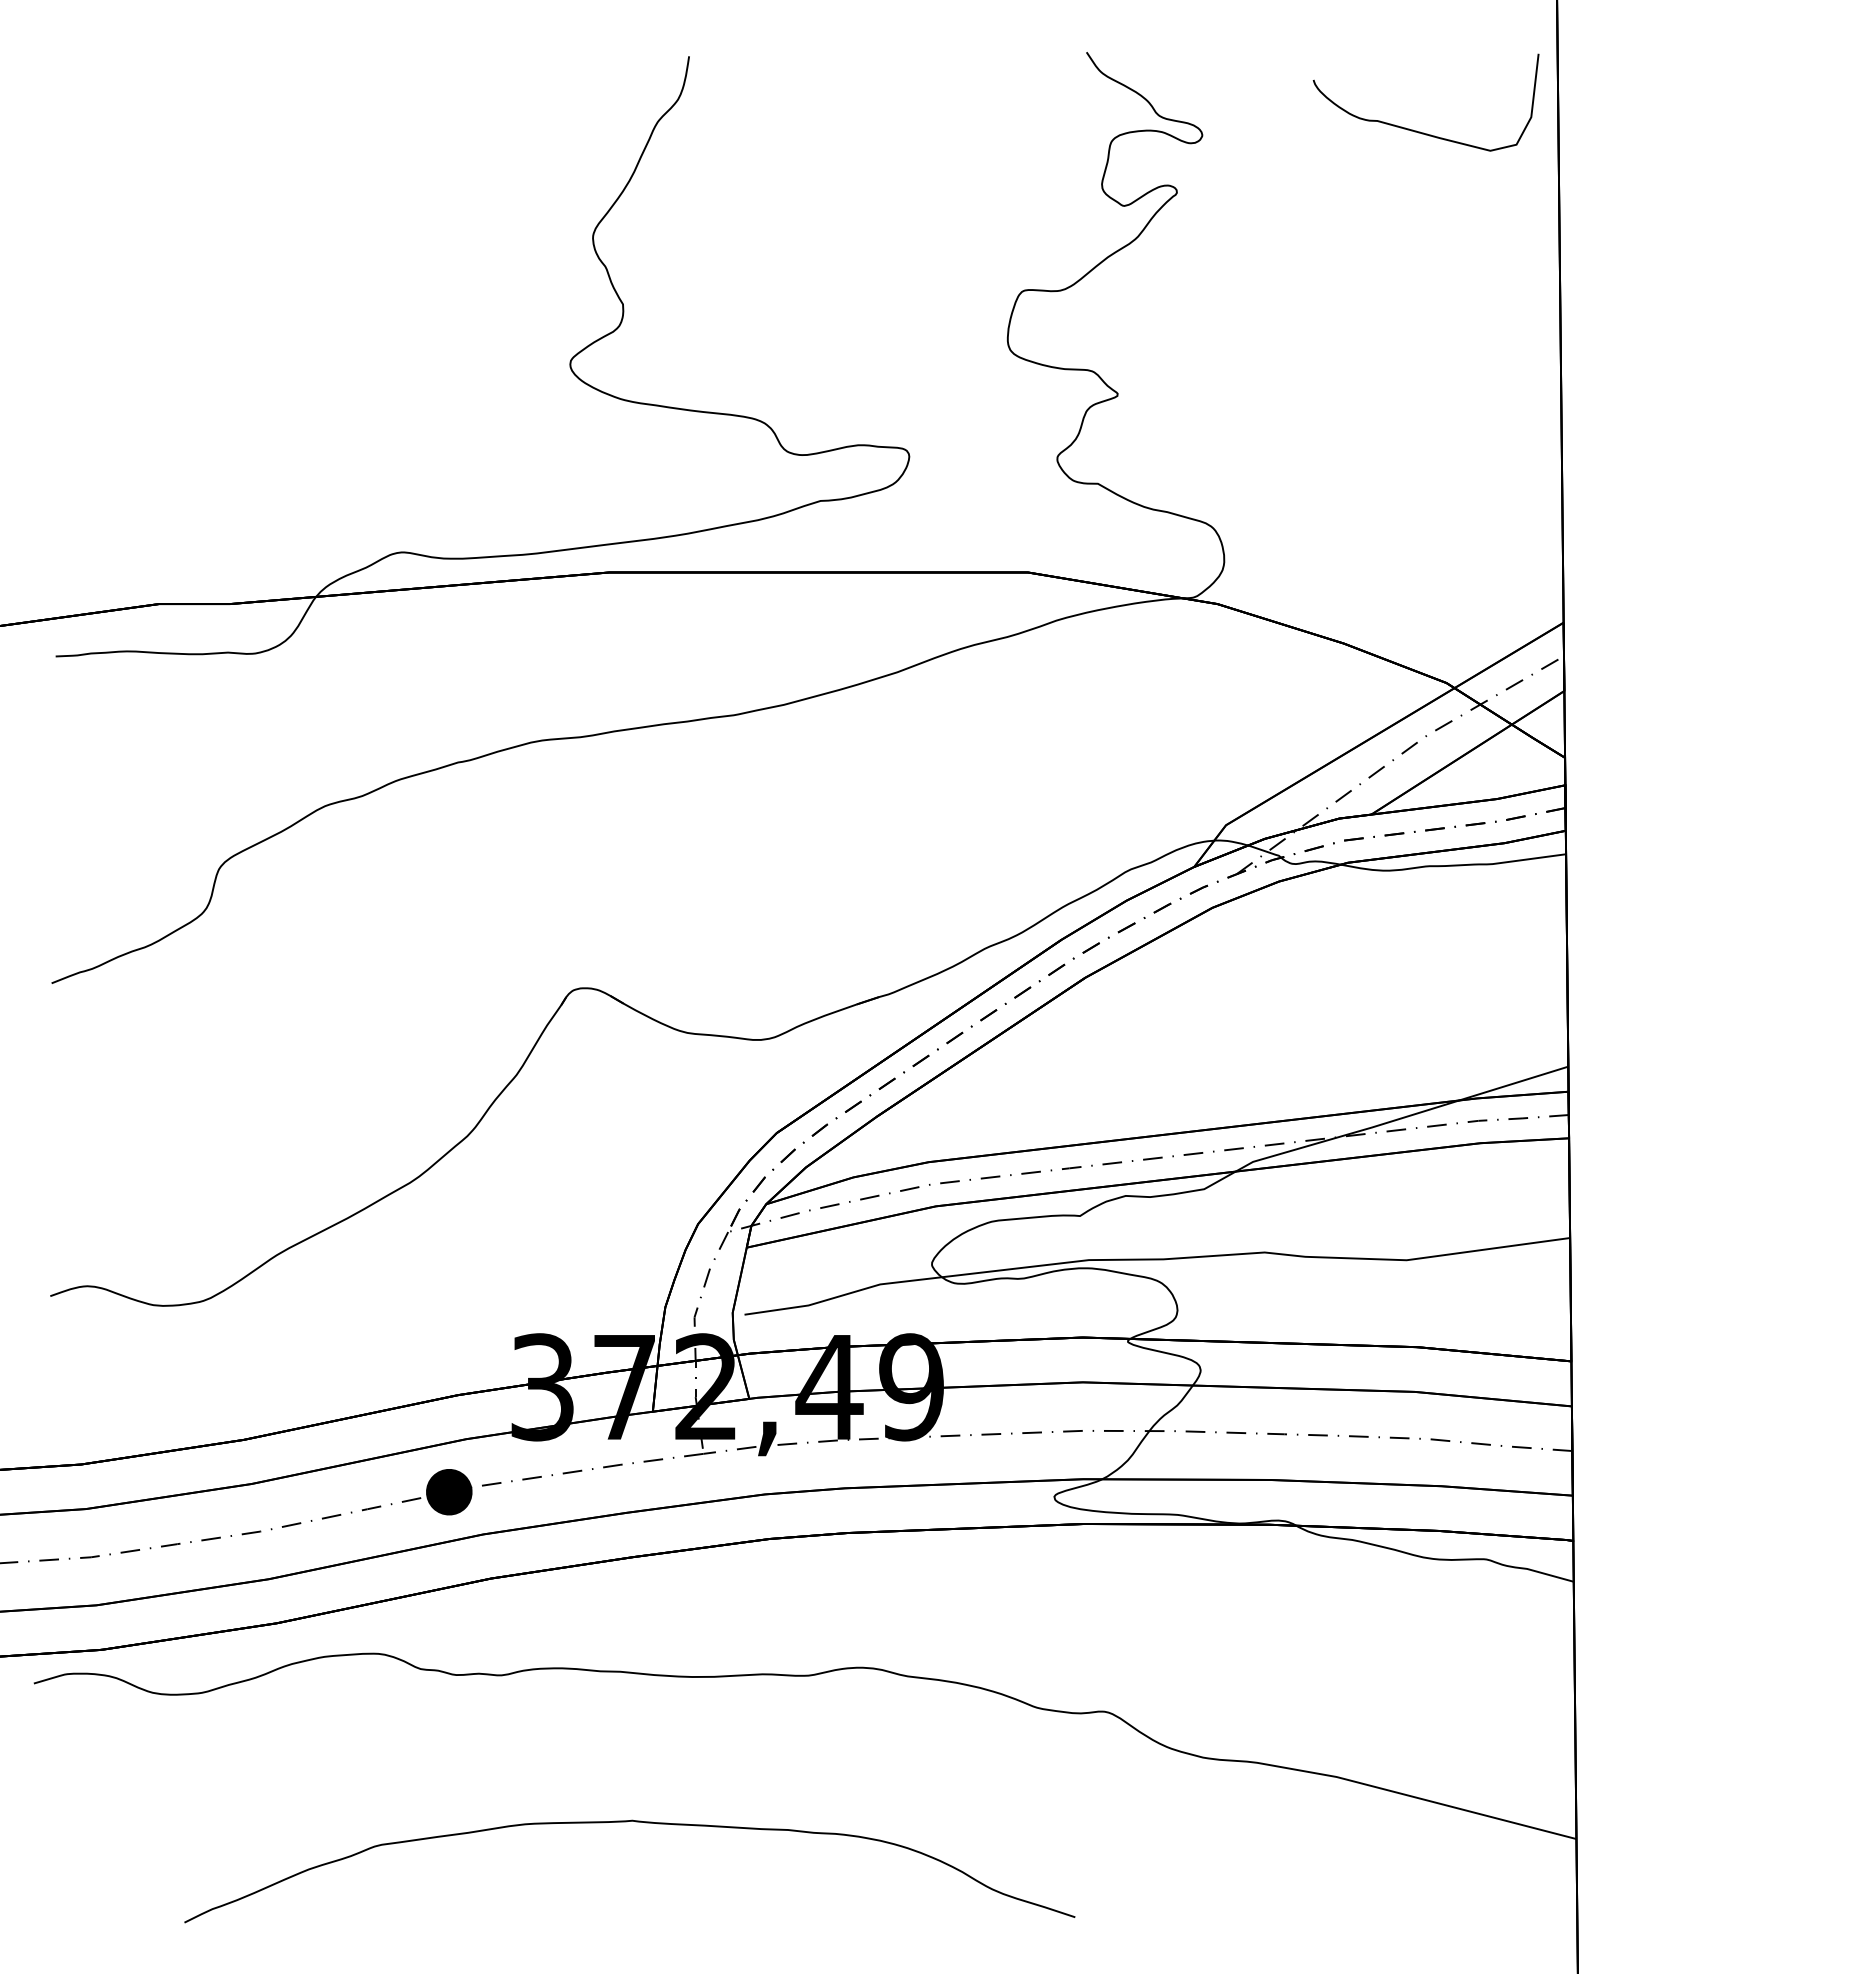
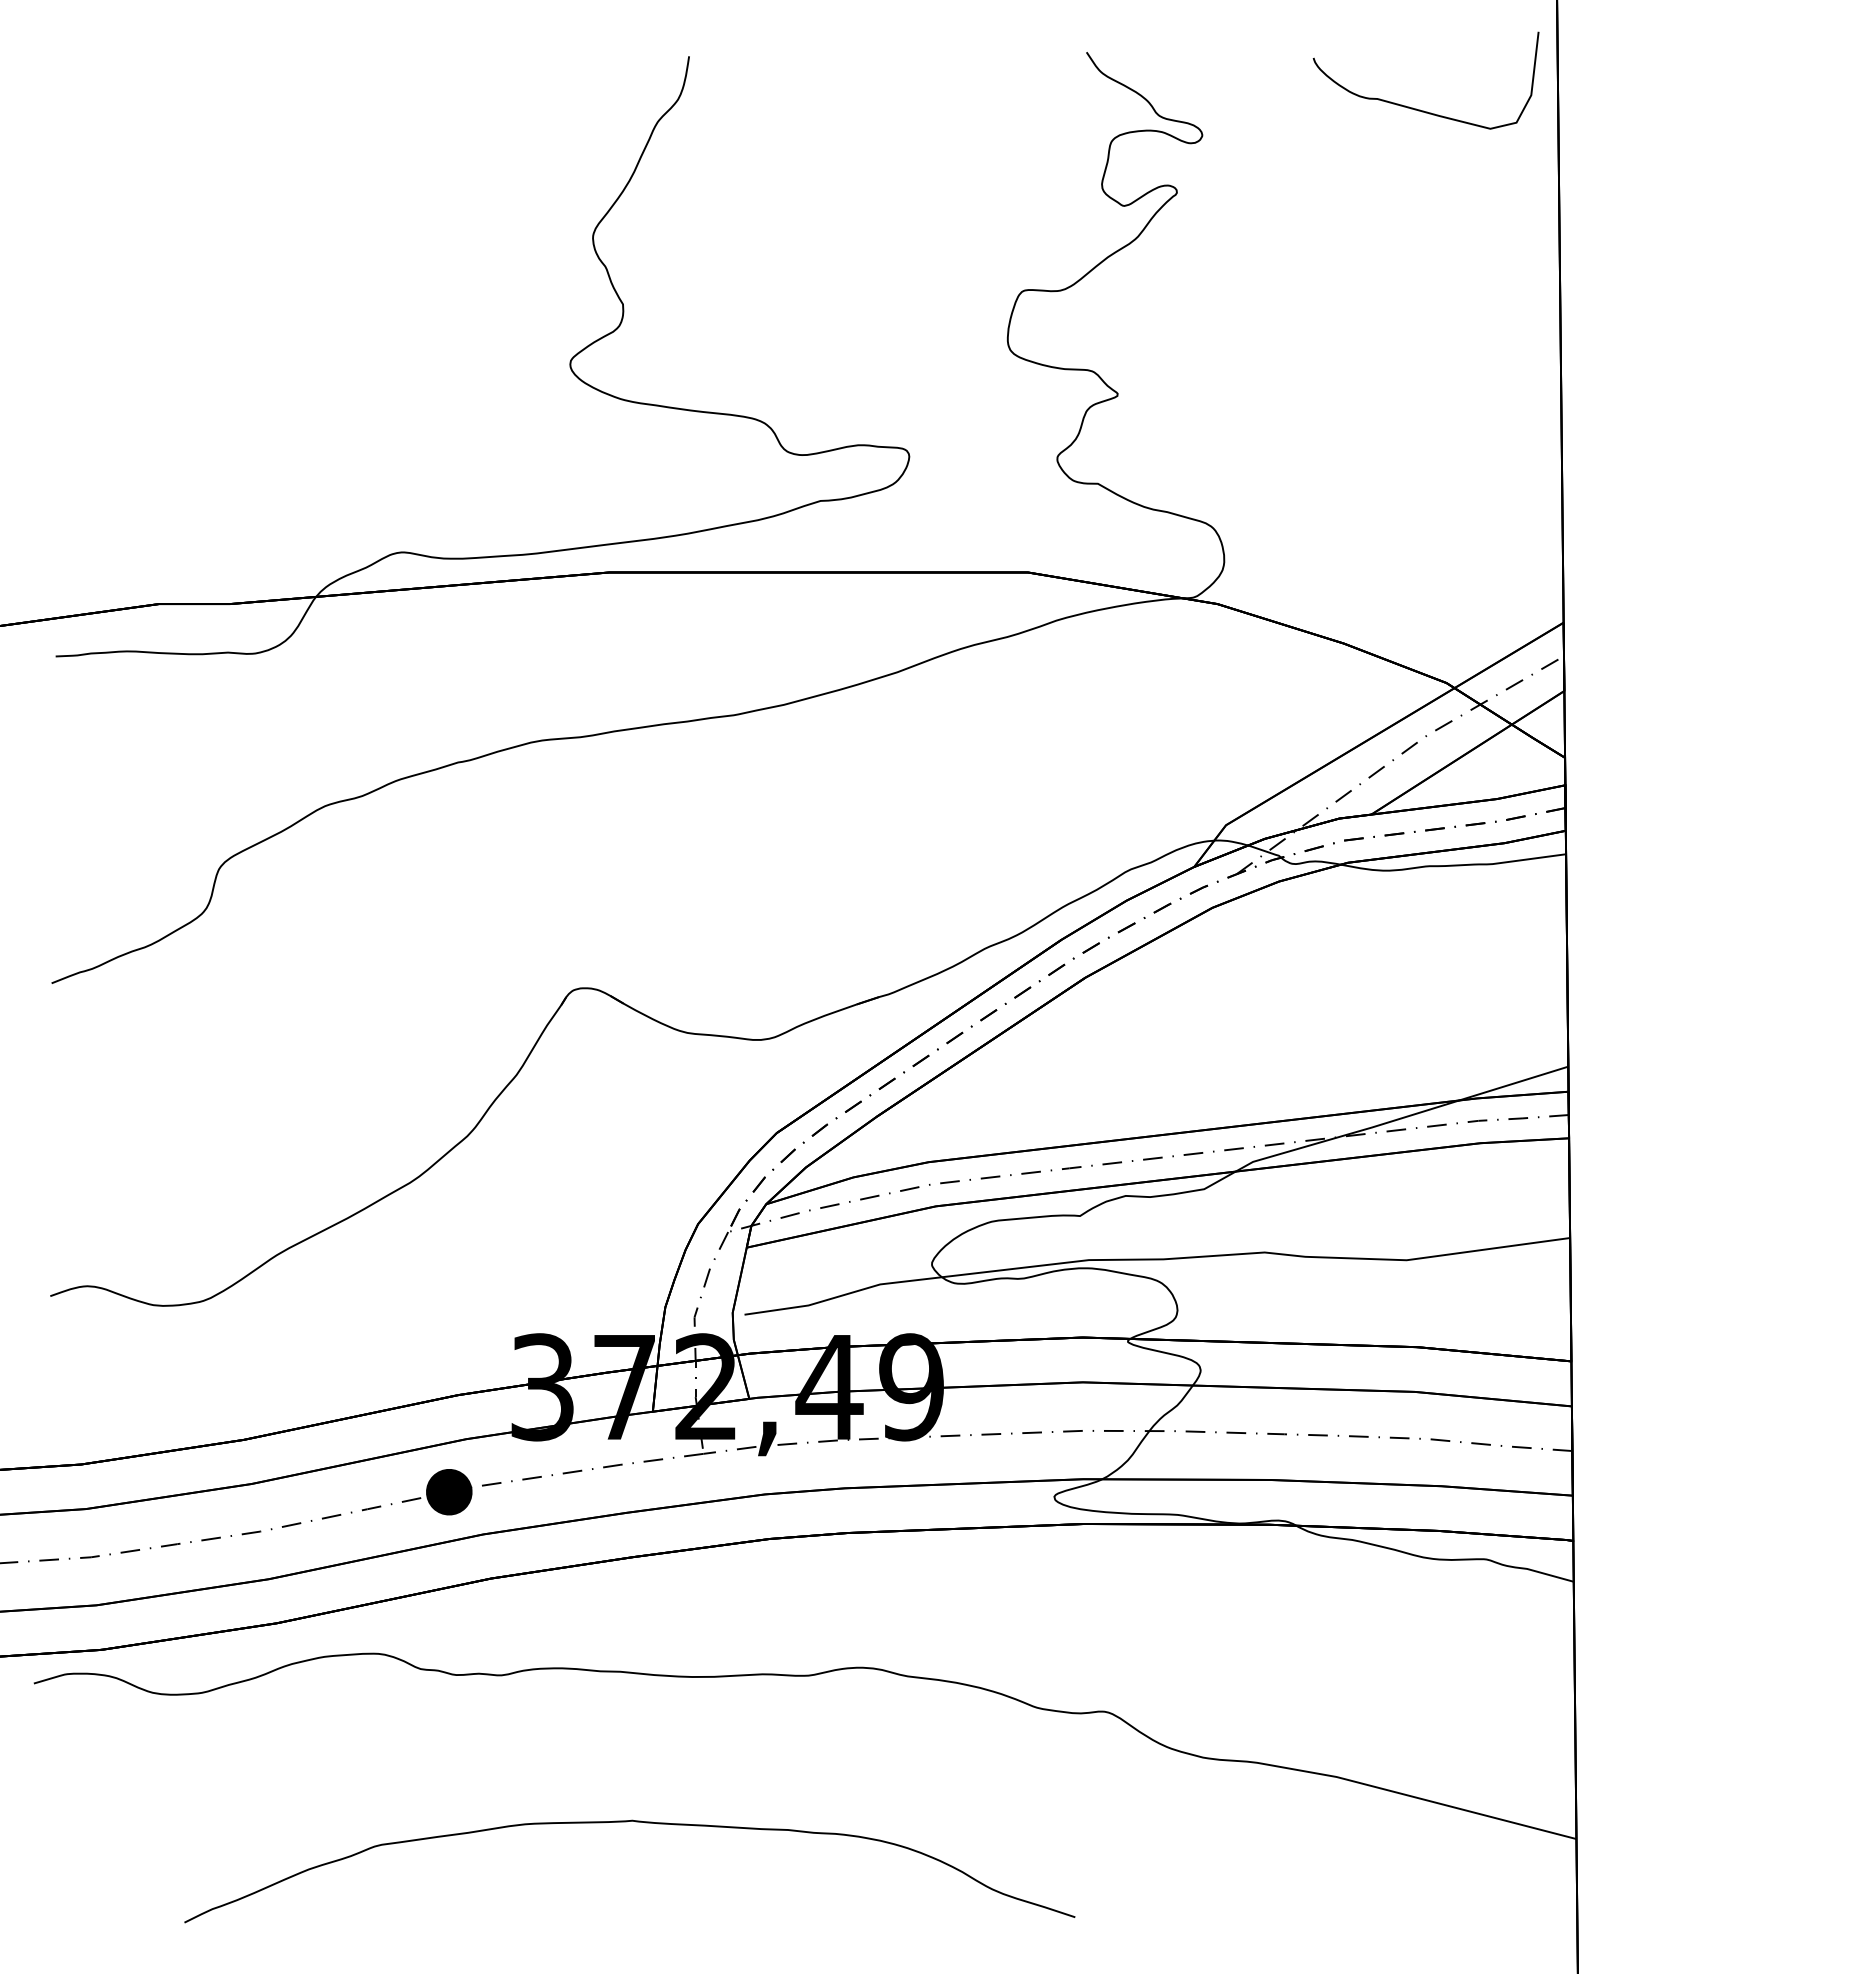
curve at (1416, 130) position: (1416, 130) -> (1416, 108)
